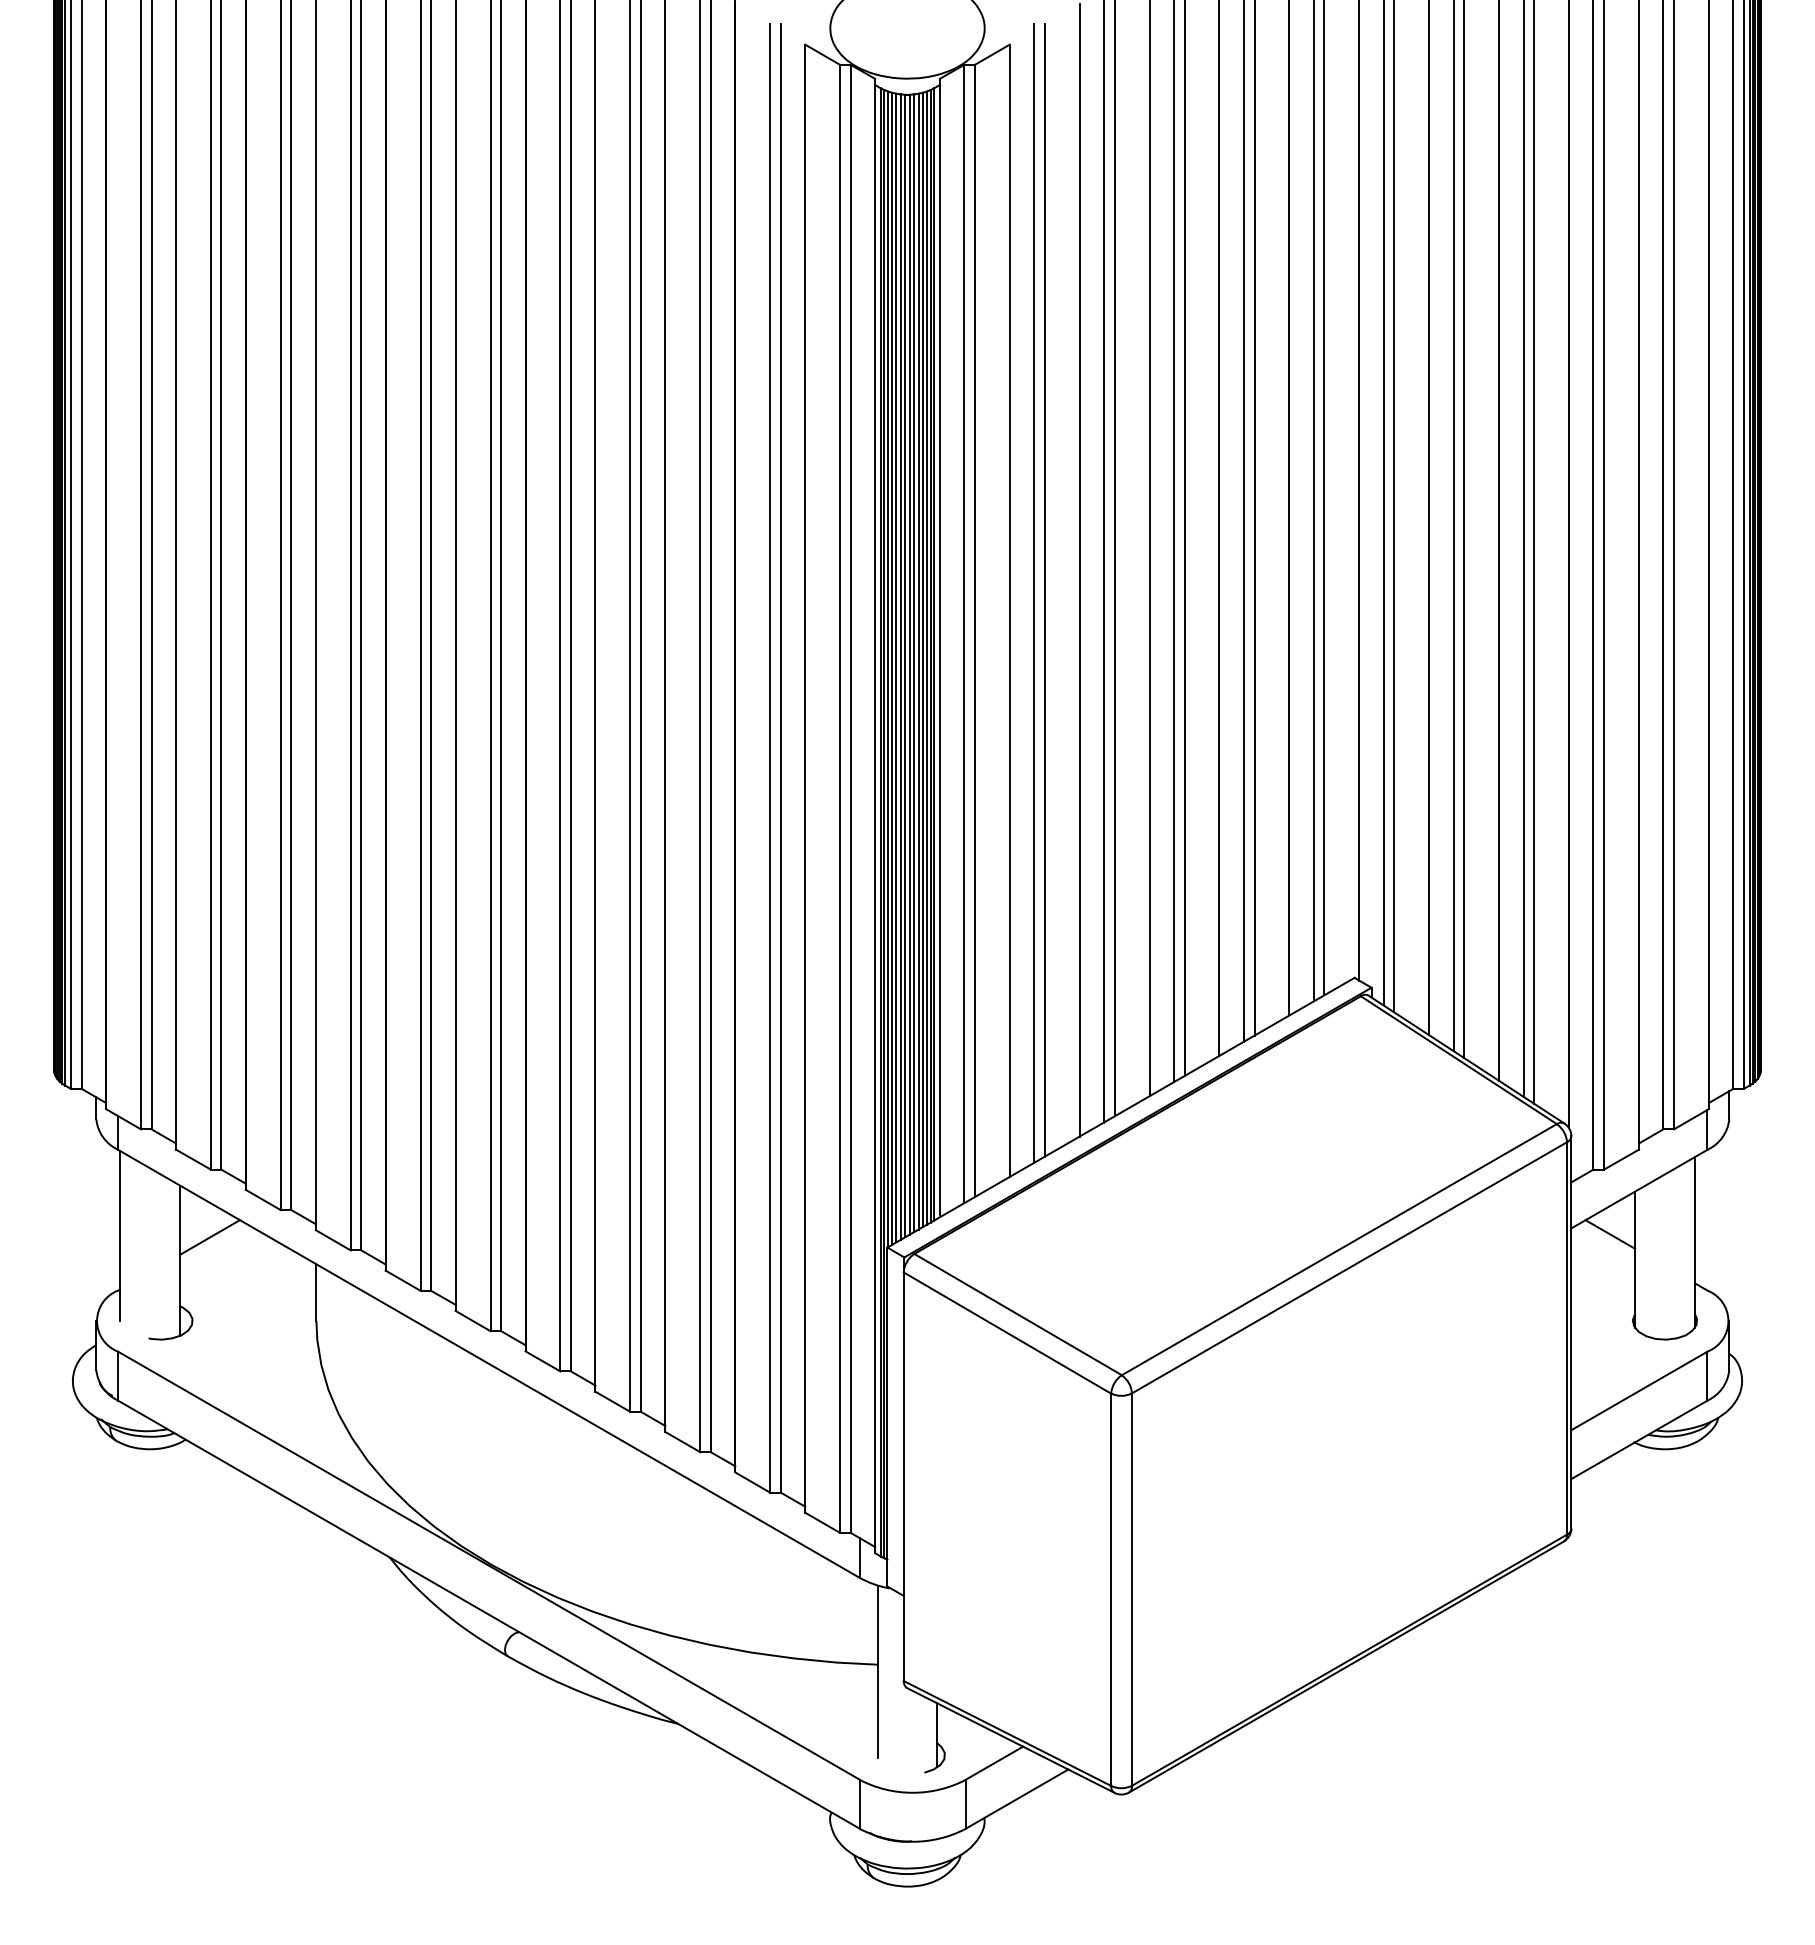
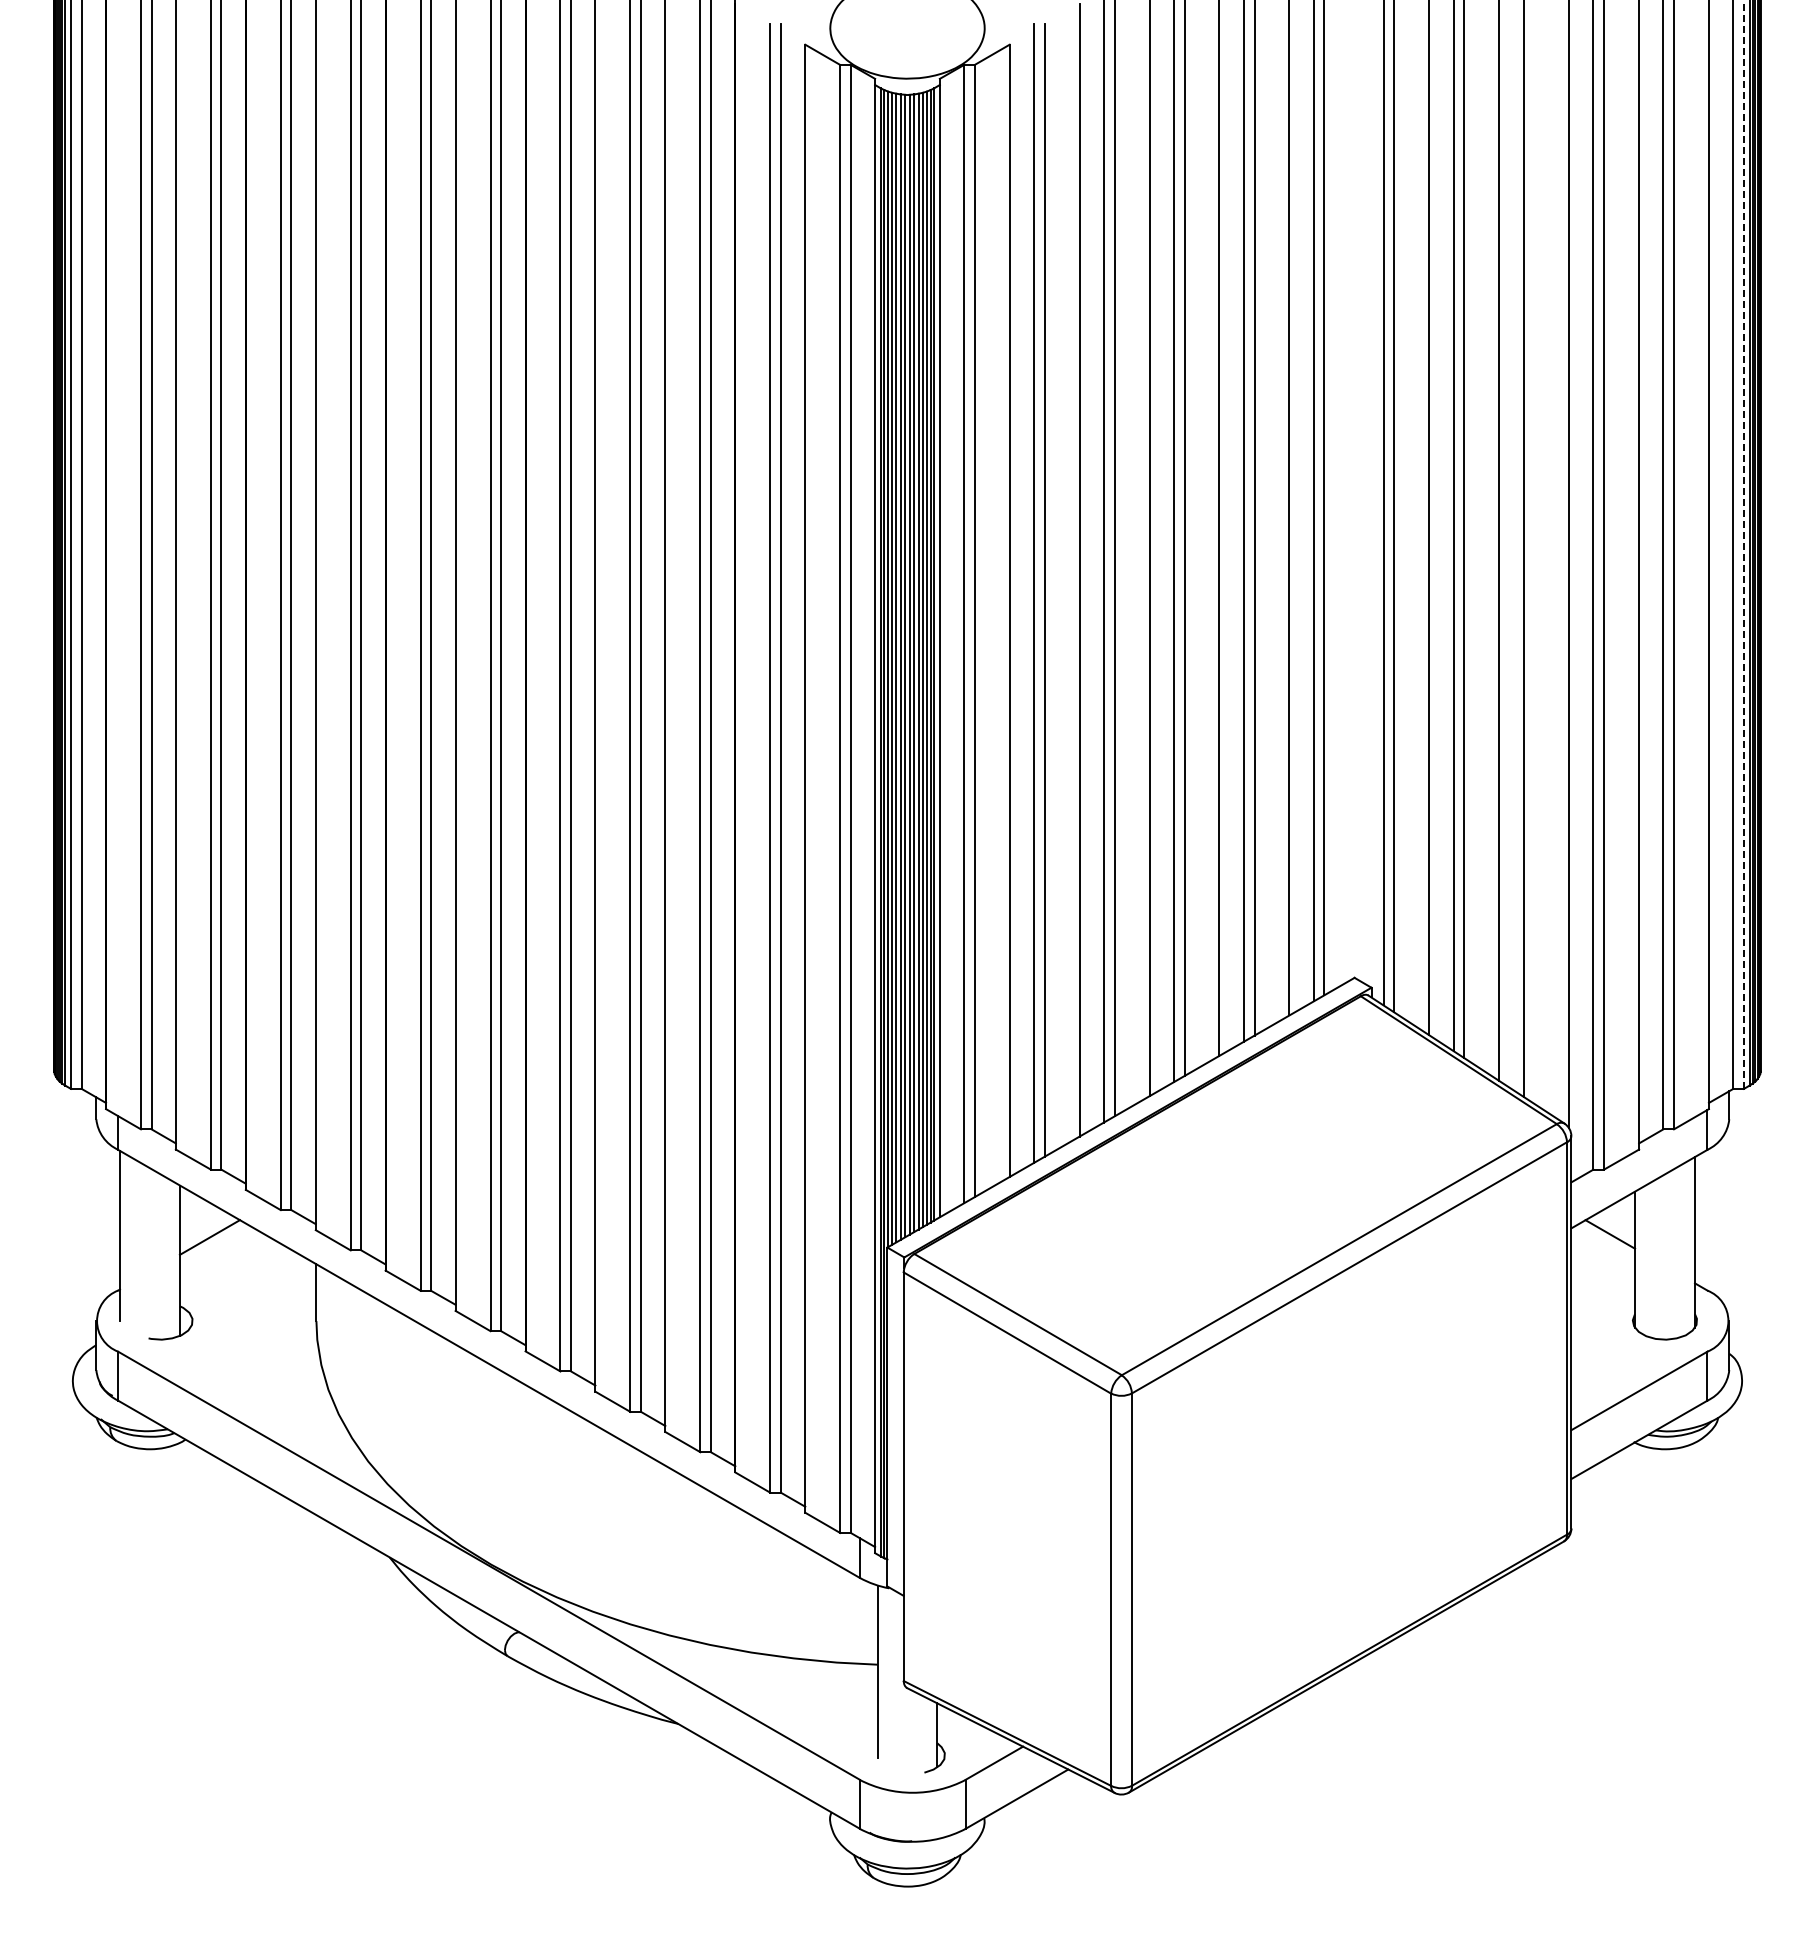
line at (1359, 491): present -> none
line at (1744, 544): solid -> dashed
line at (1534, 552): present -> none
